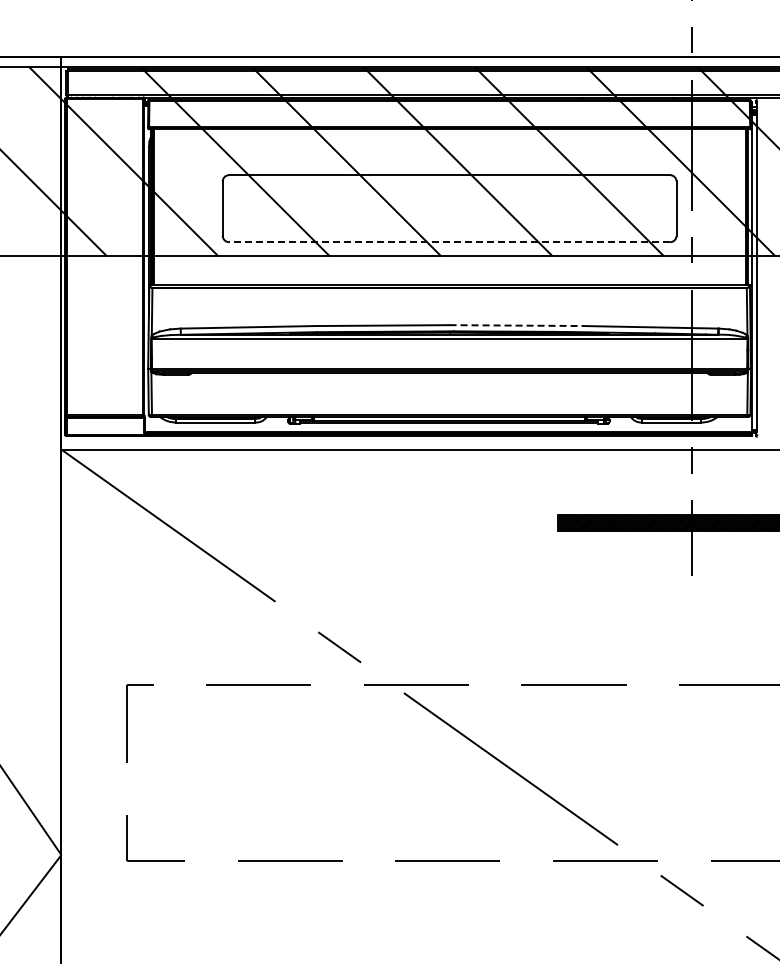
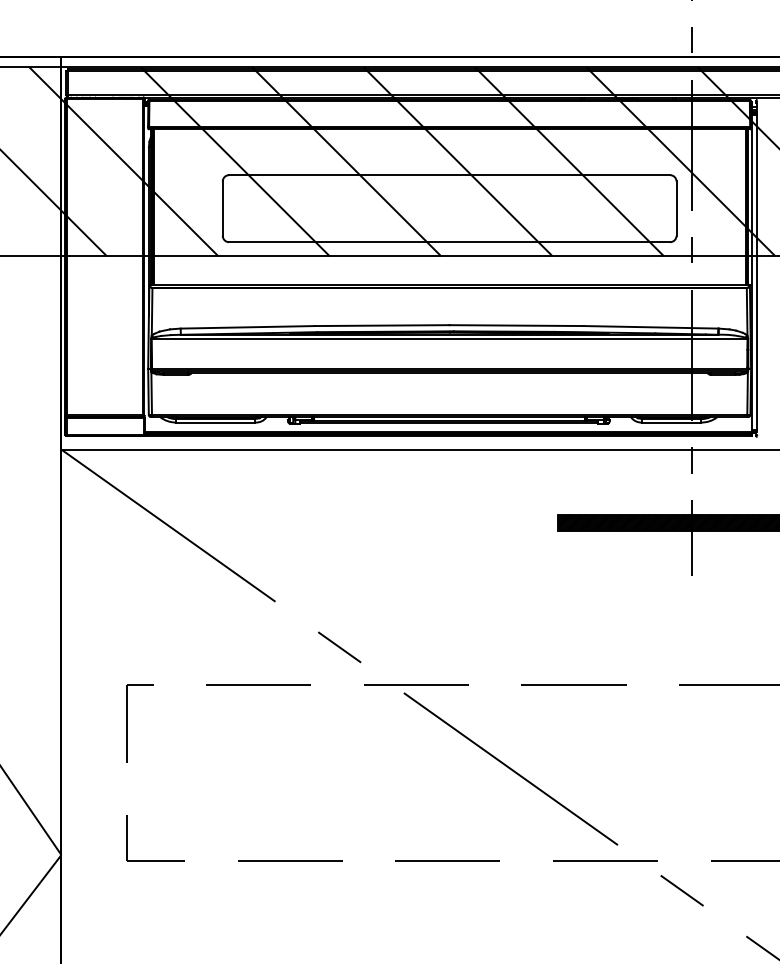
line at (449, 242): dashed -> solid
line at (517, 325): dashed -> solid
